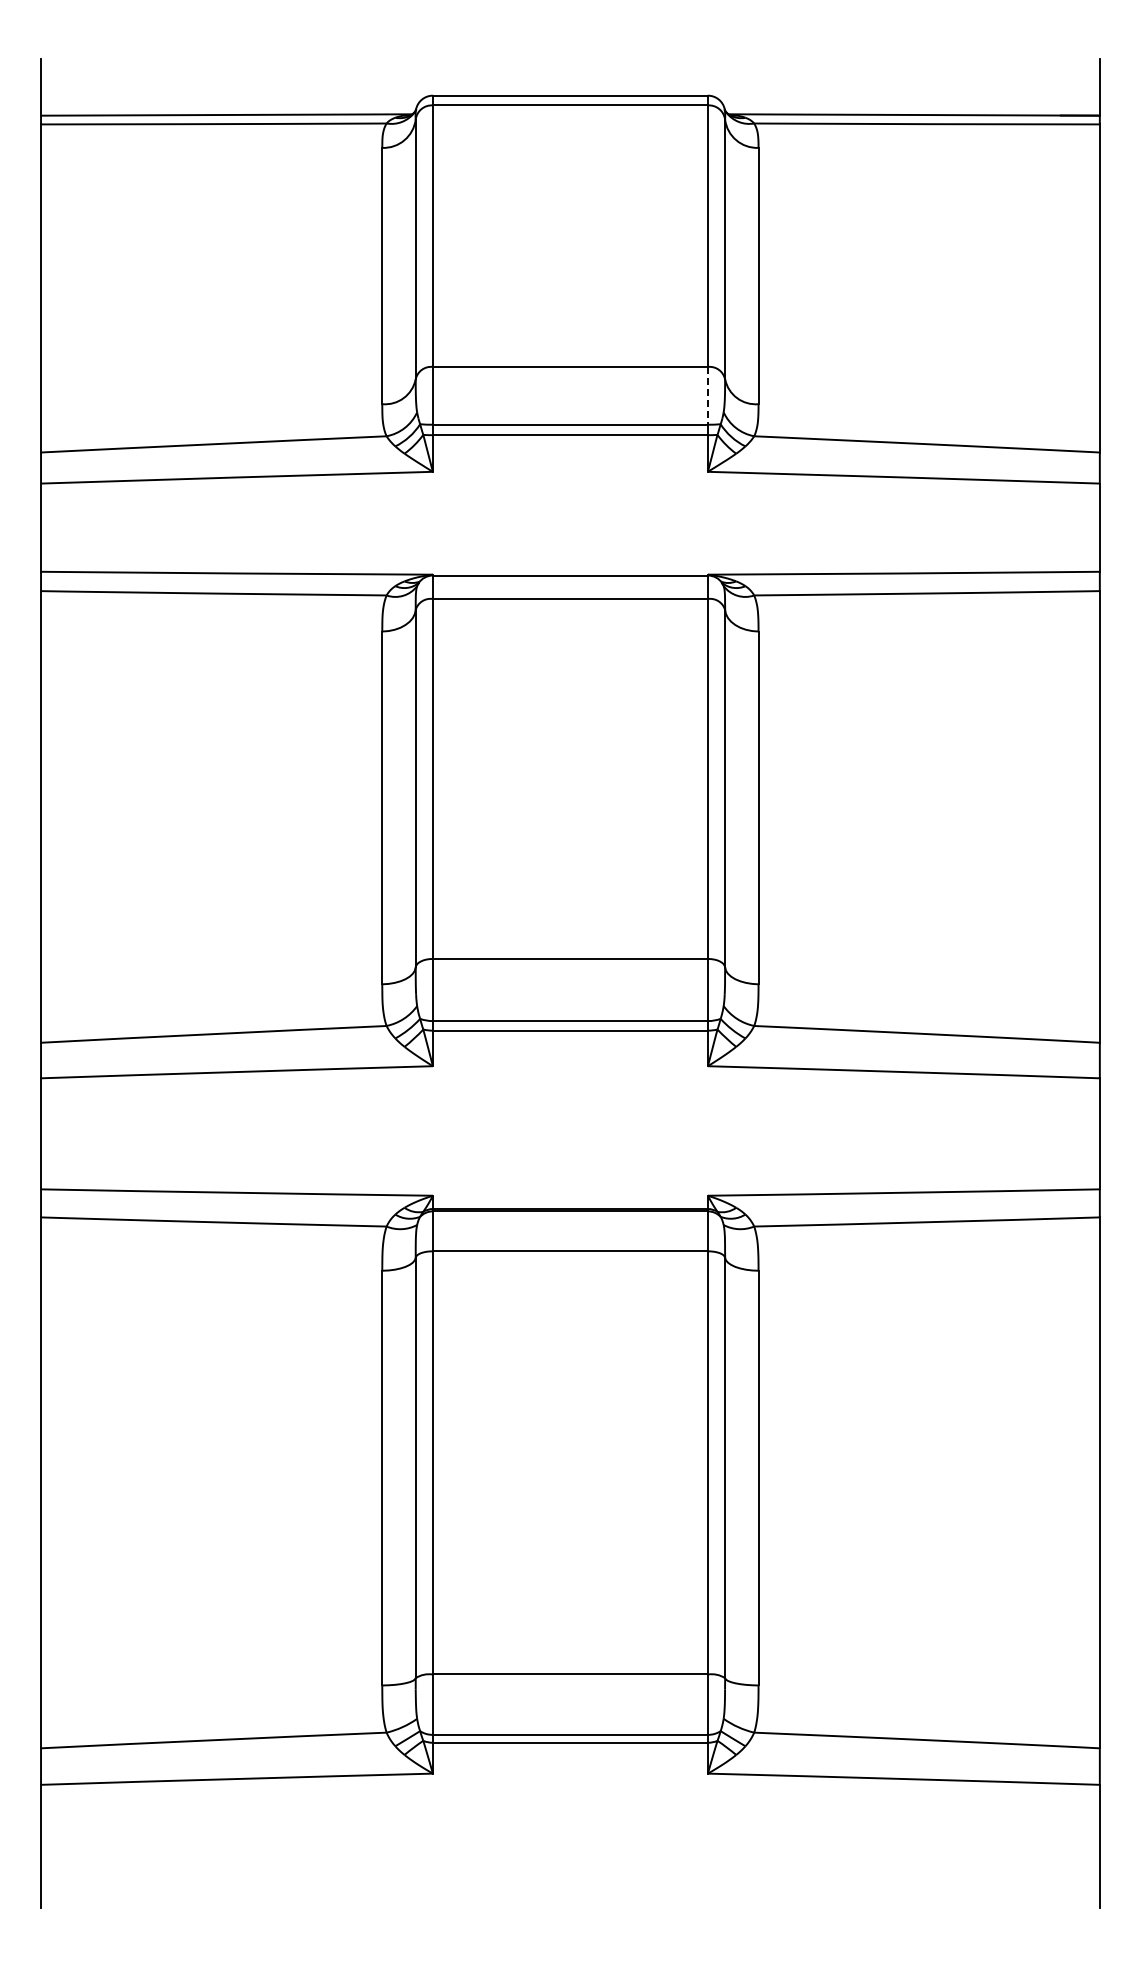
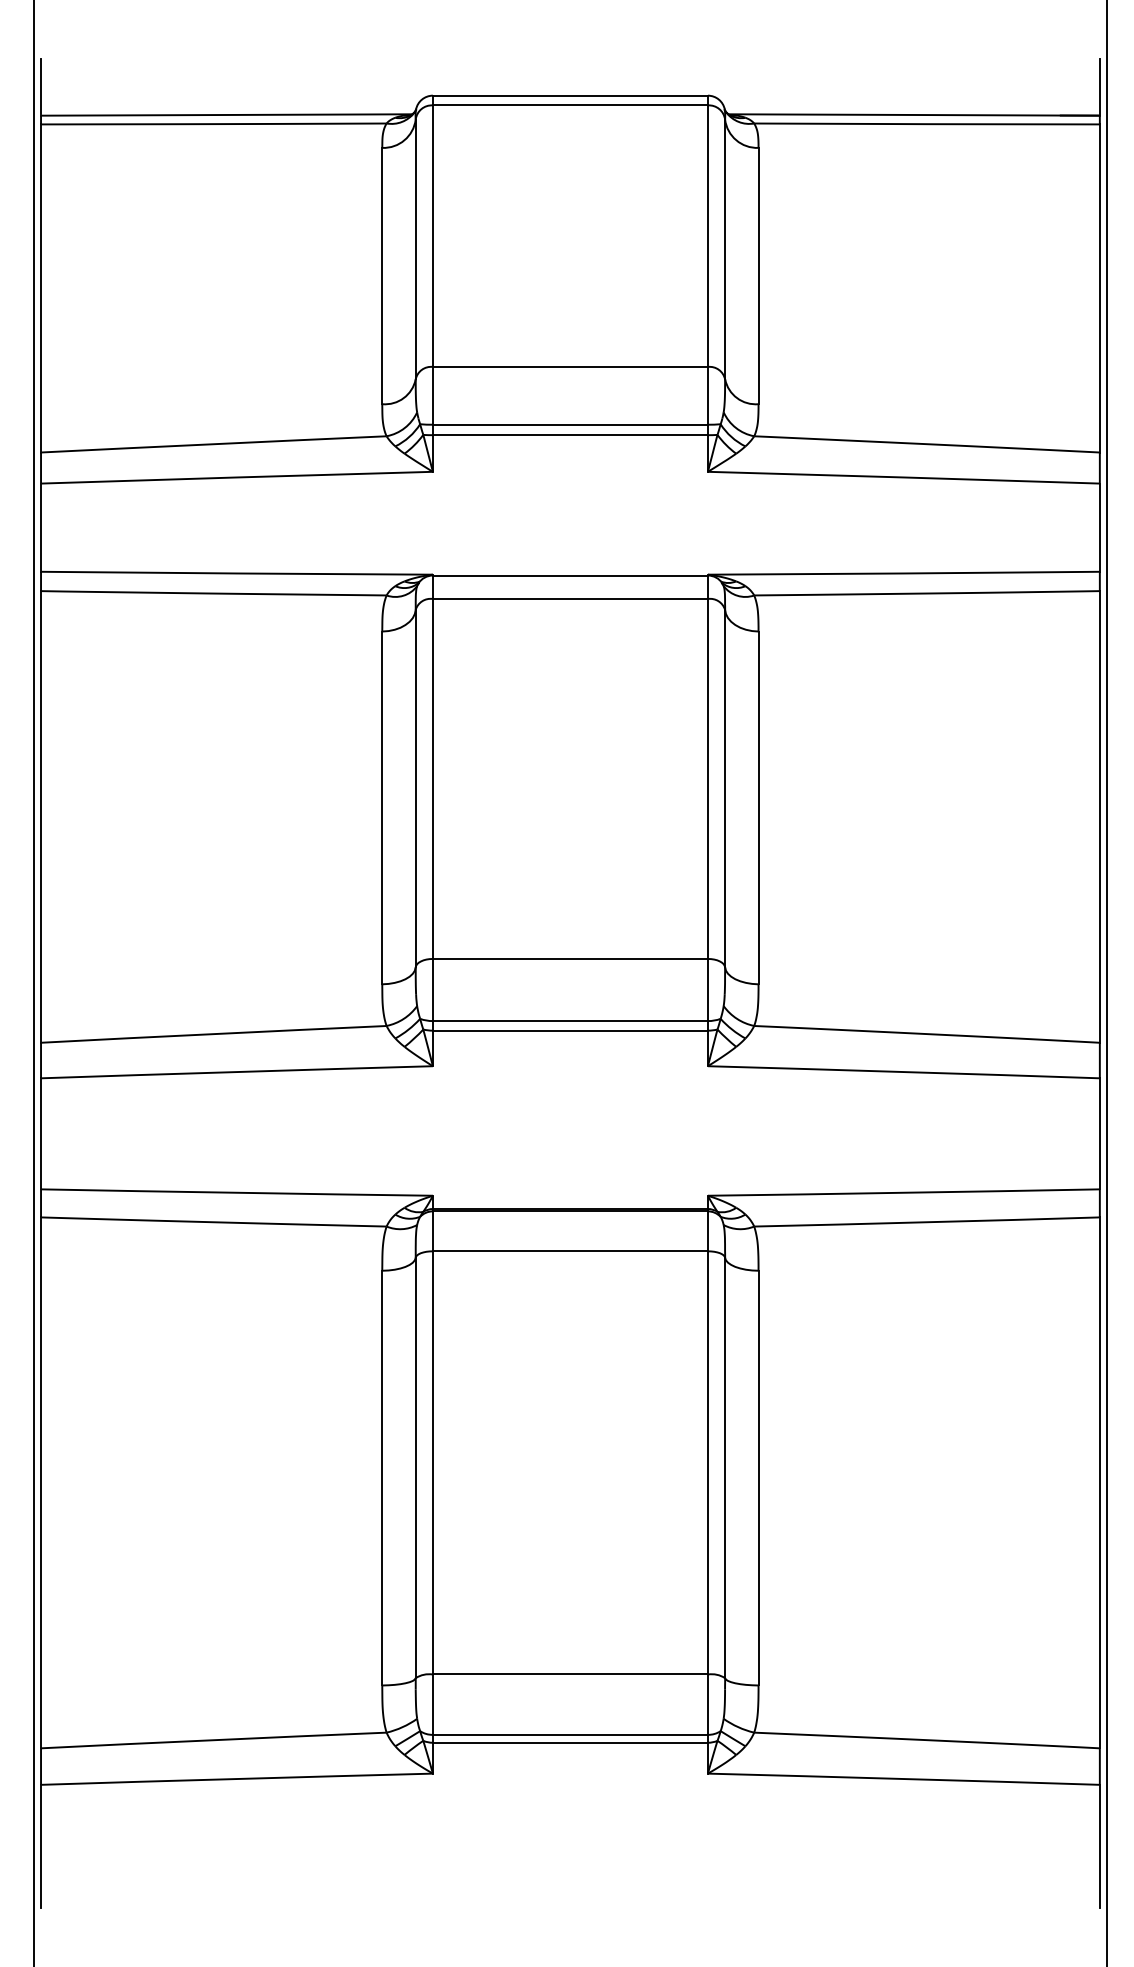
line at (707, 395): dashed -> solid
line at (34, 982): none -> present
line at (1106, 982): none -> present
